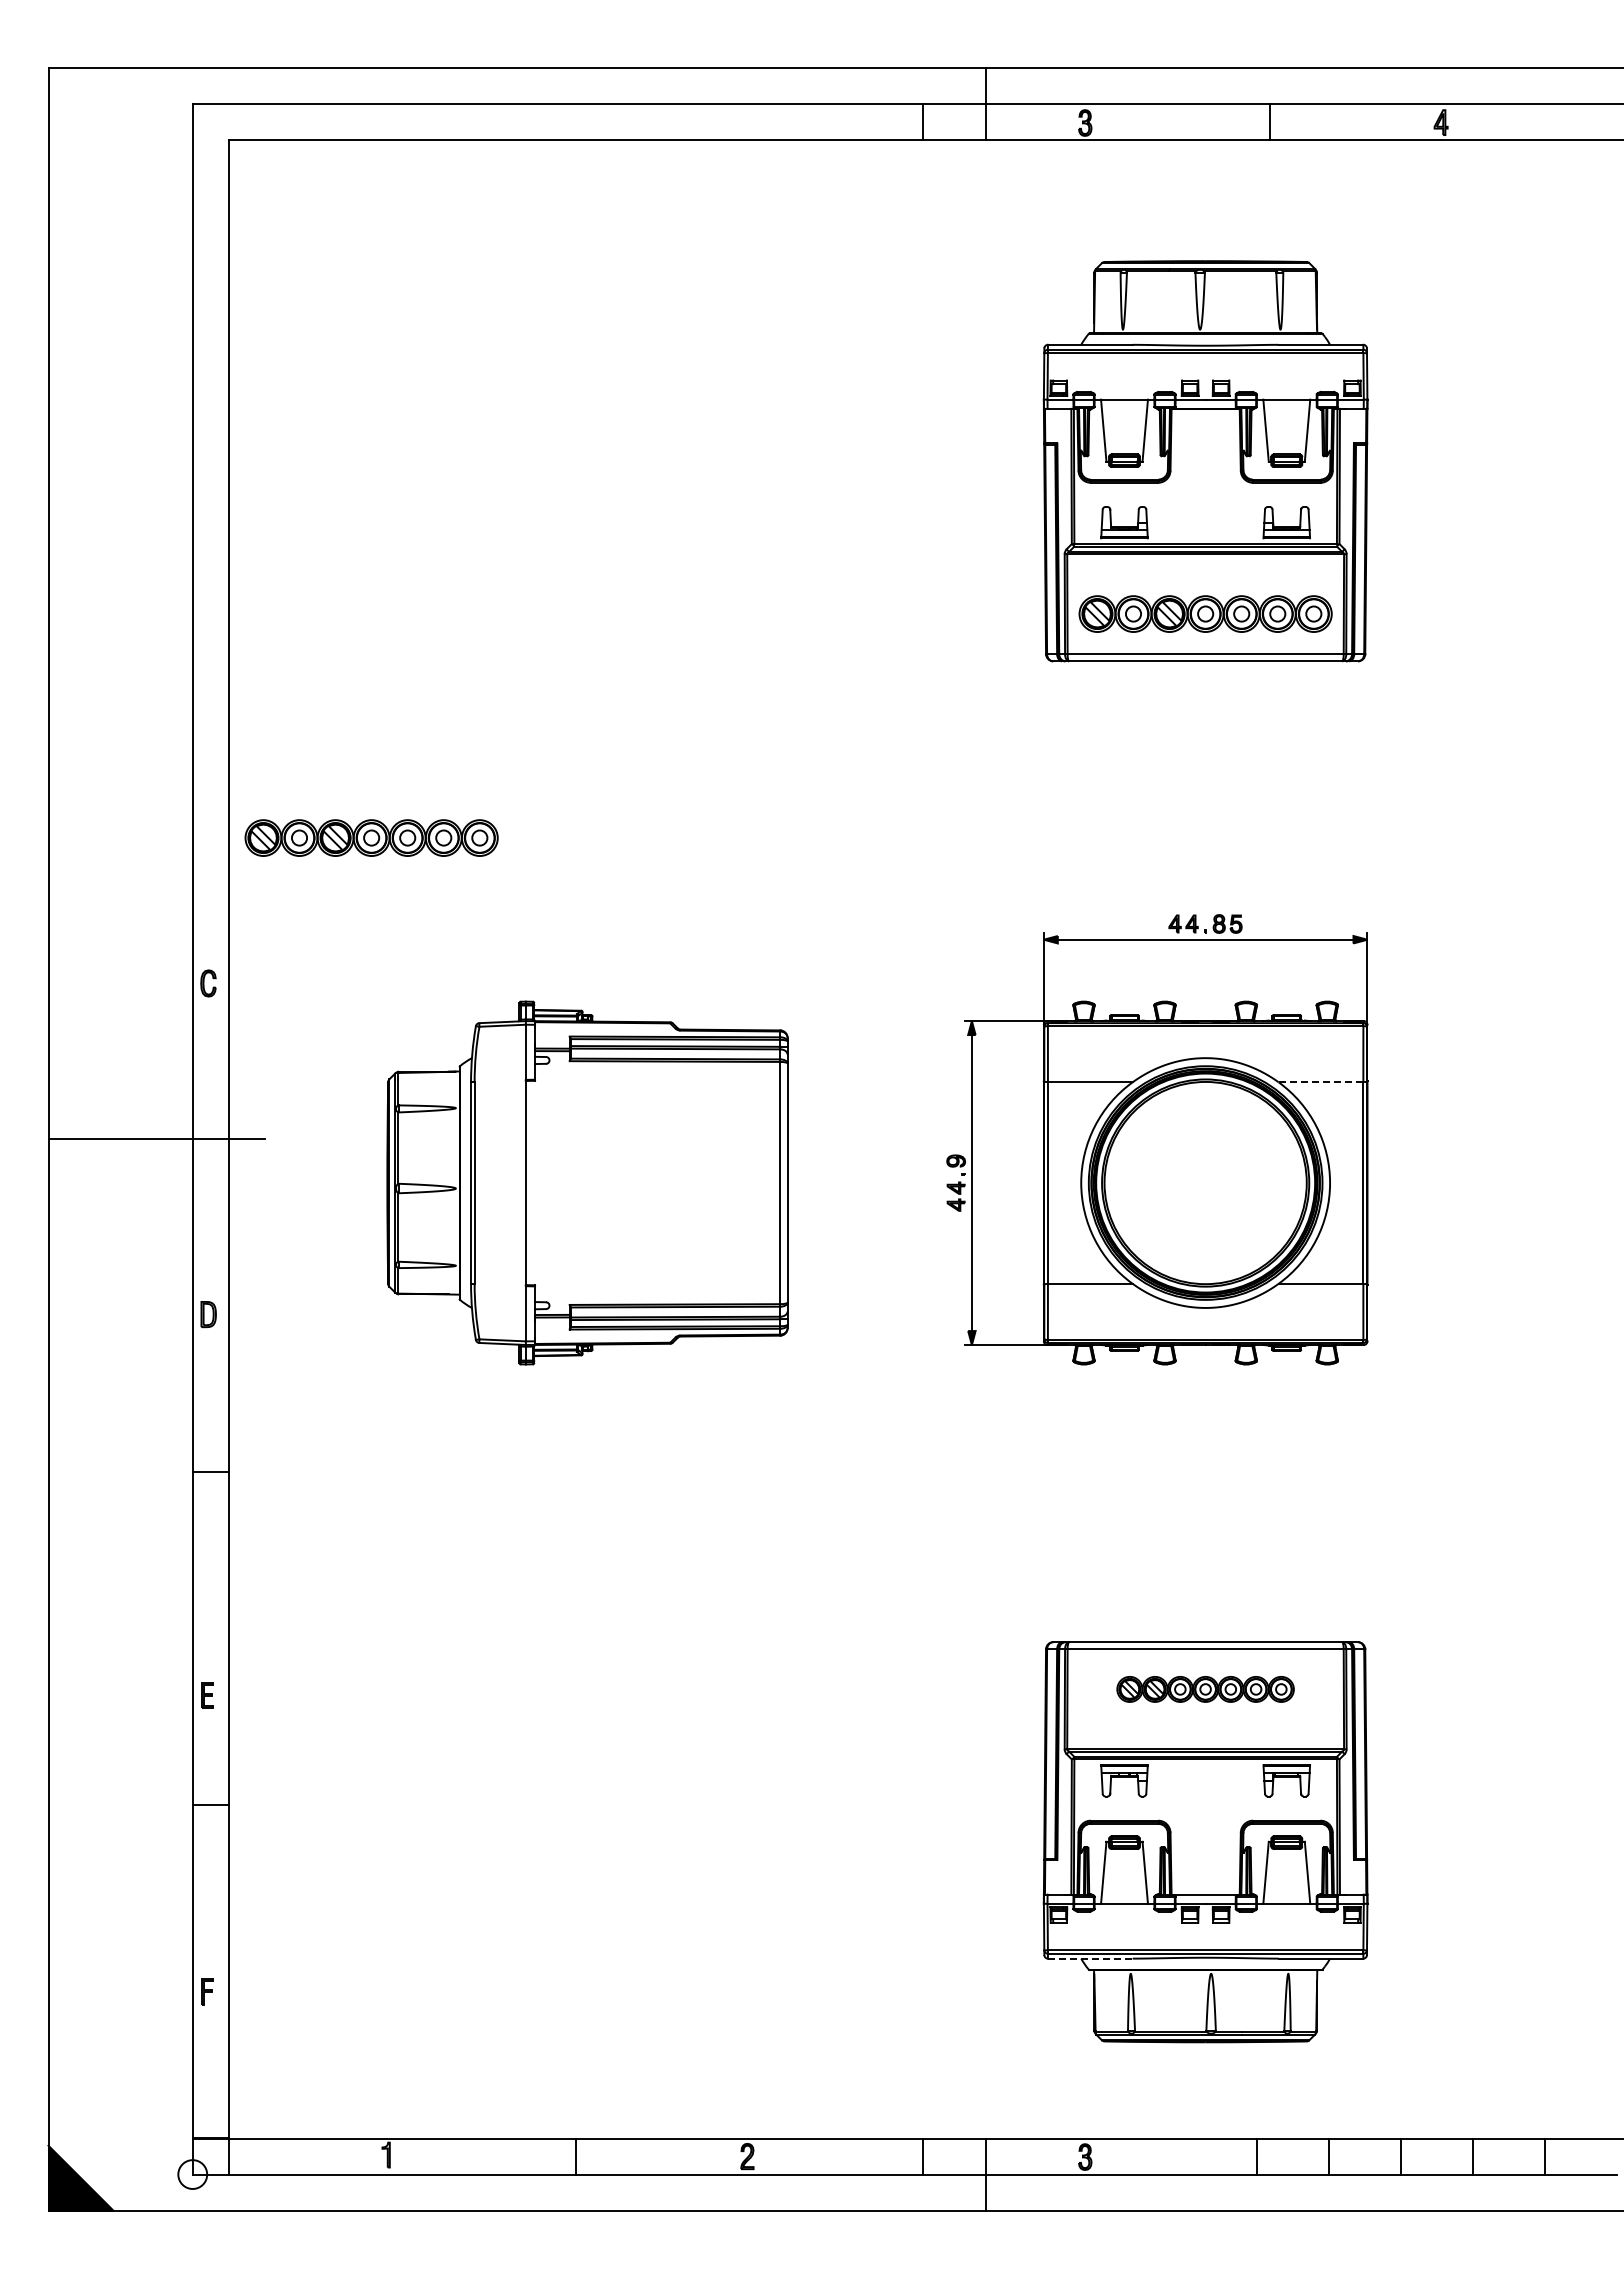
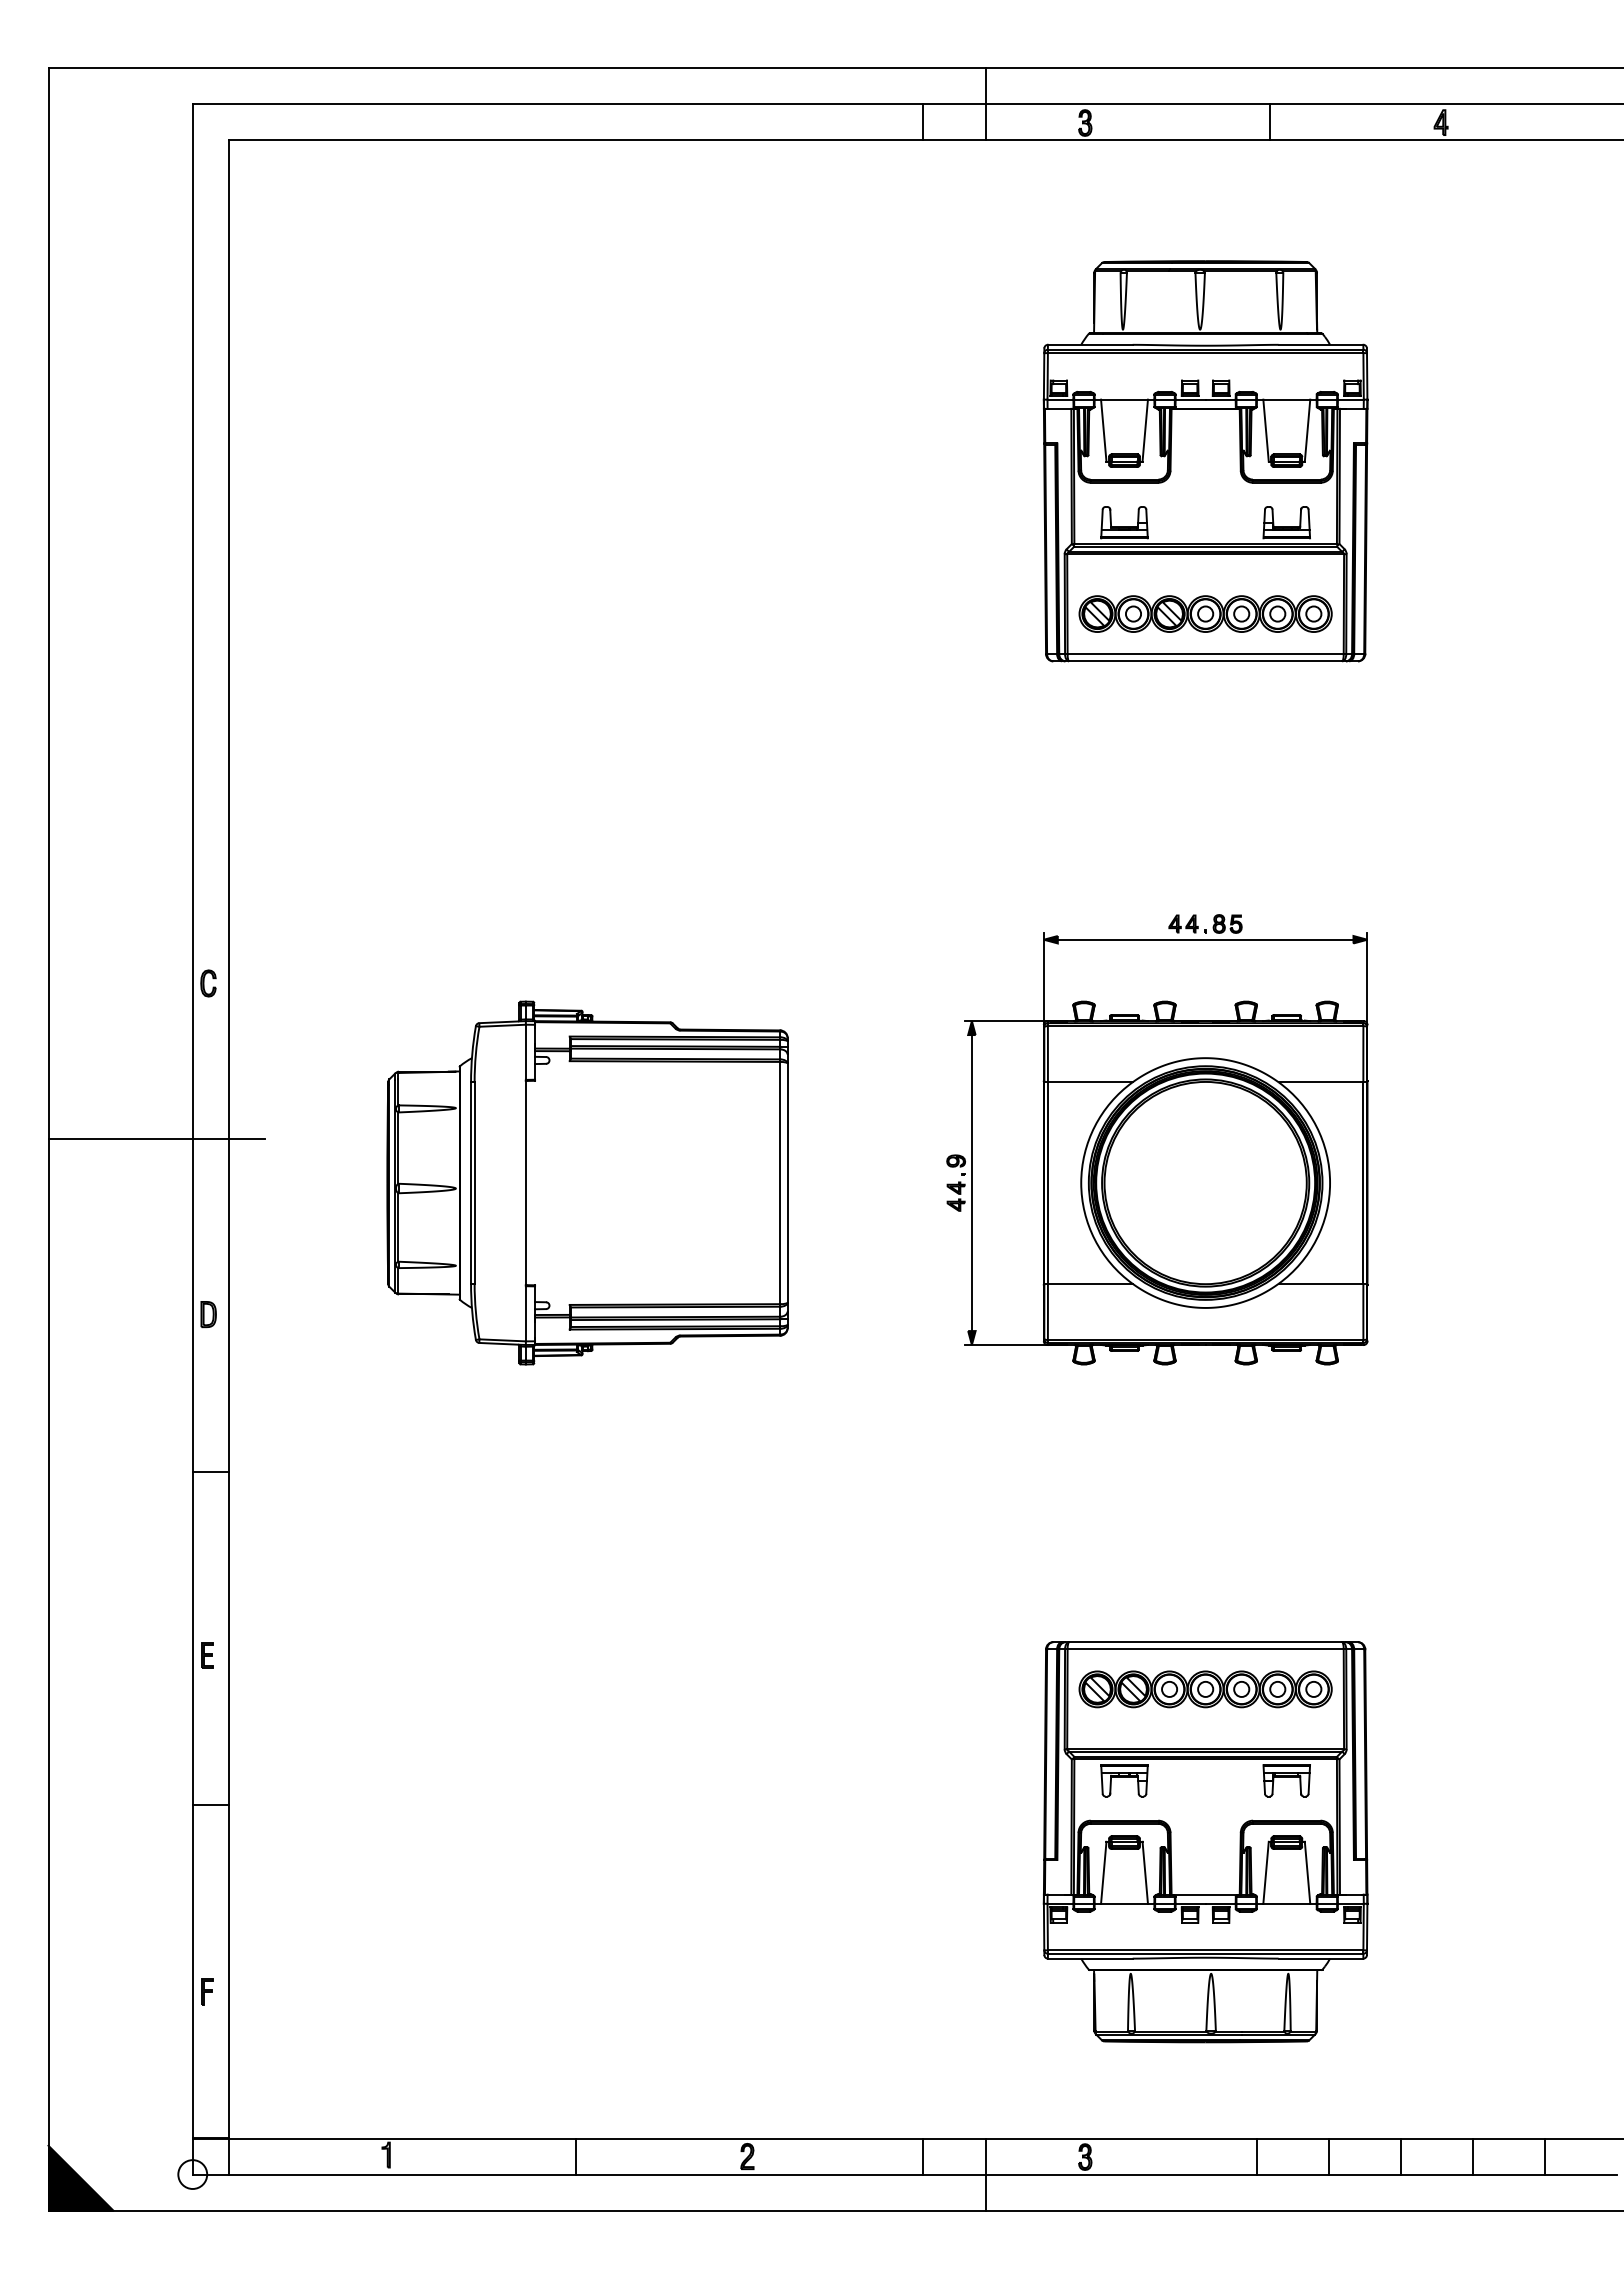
part at (371, 837): present -> none
line at (1321, 1082): dashed -> solid
part at (1205, 1689) size: 179x27 px -> 255x39 px
part at (207, 1695) position: (207, 1695) -> (207, 1655)
line at (1090, 1958): dashed -> solid
